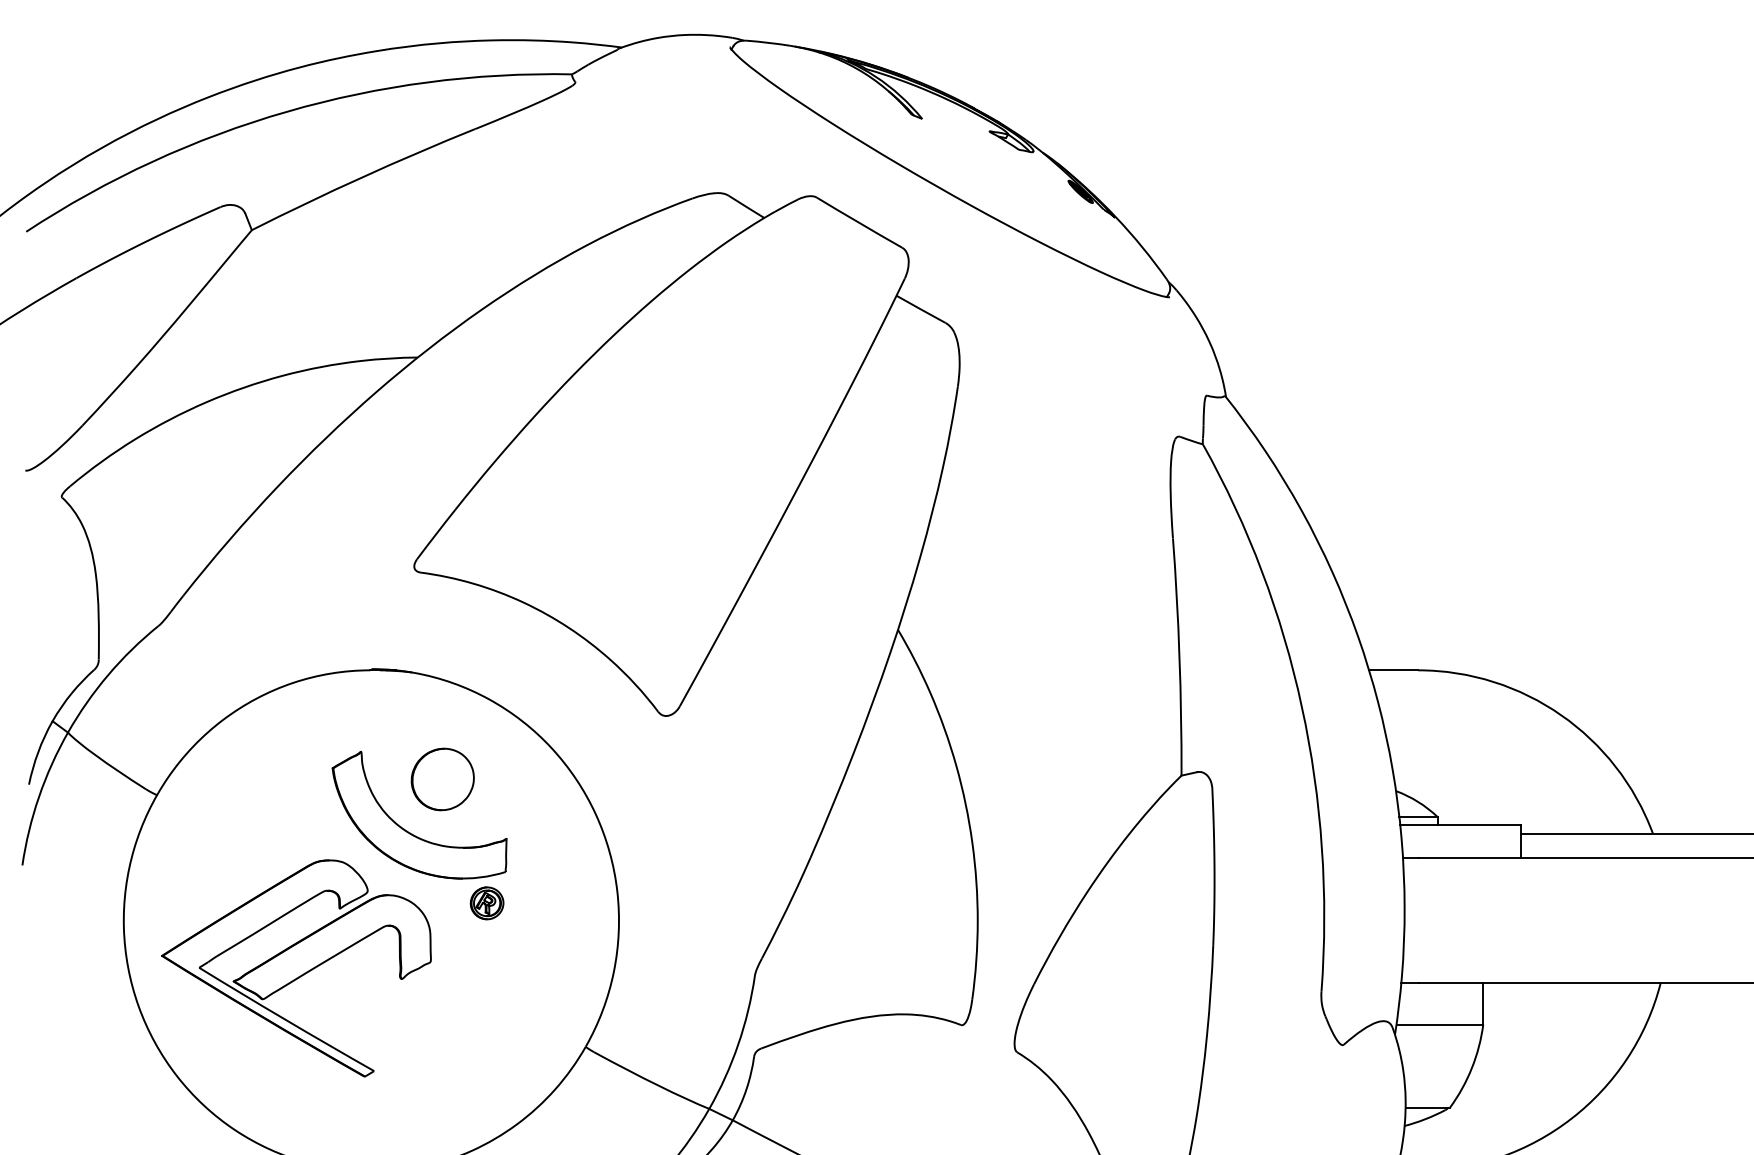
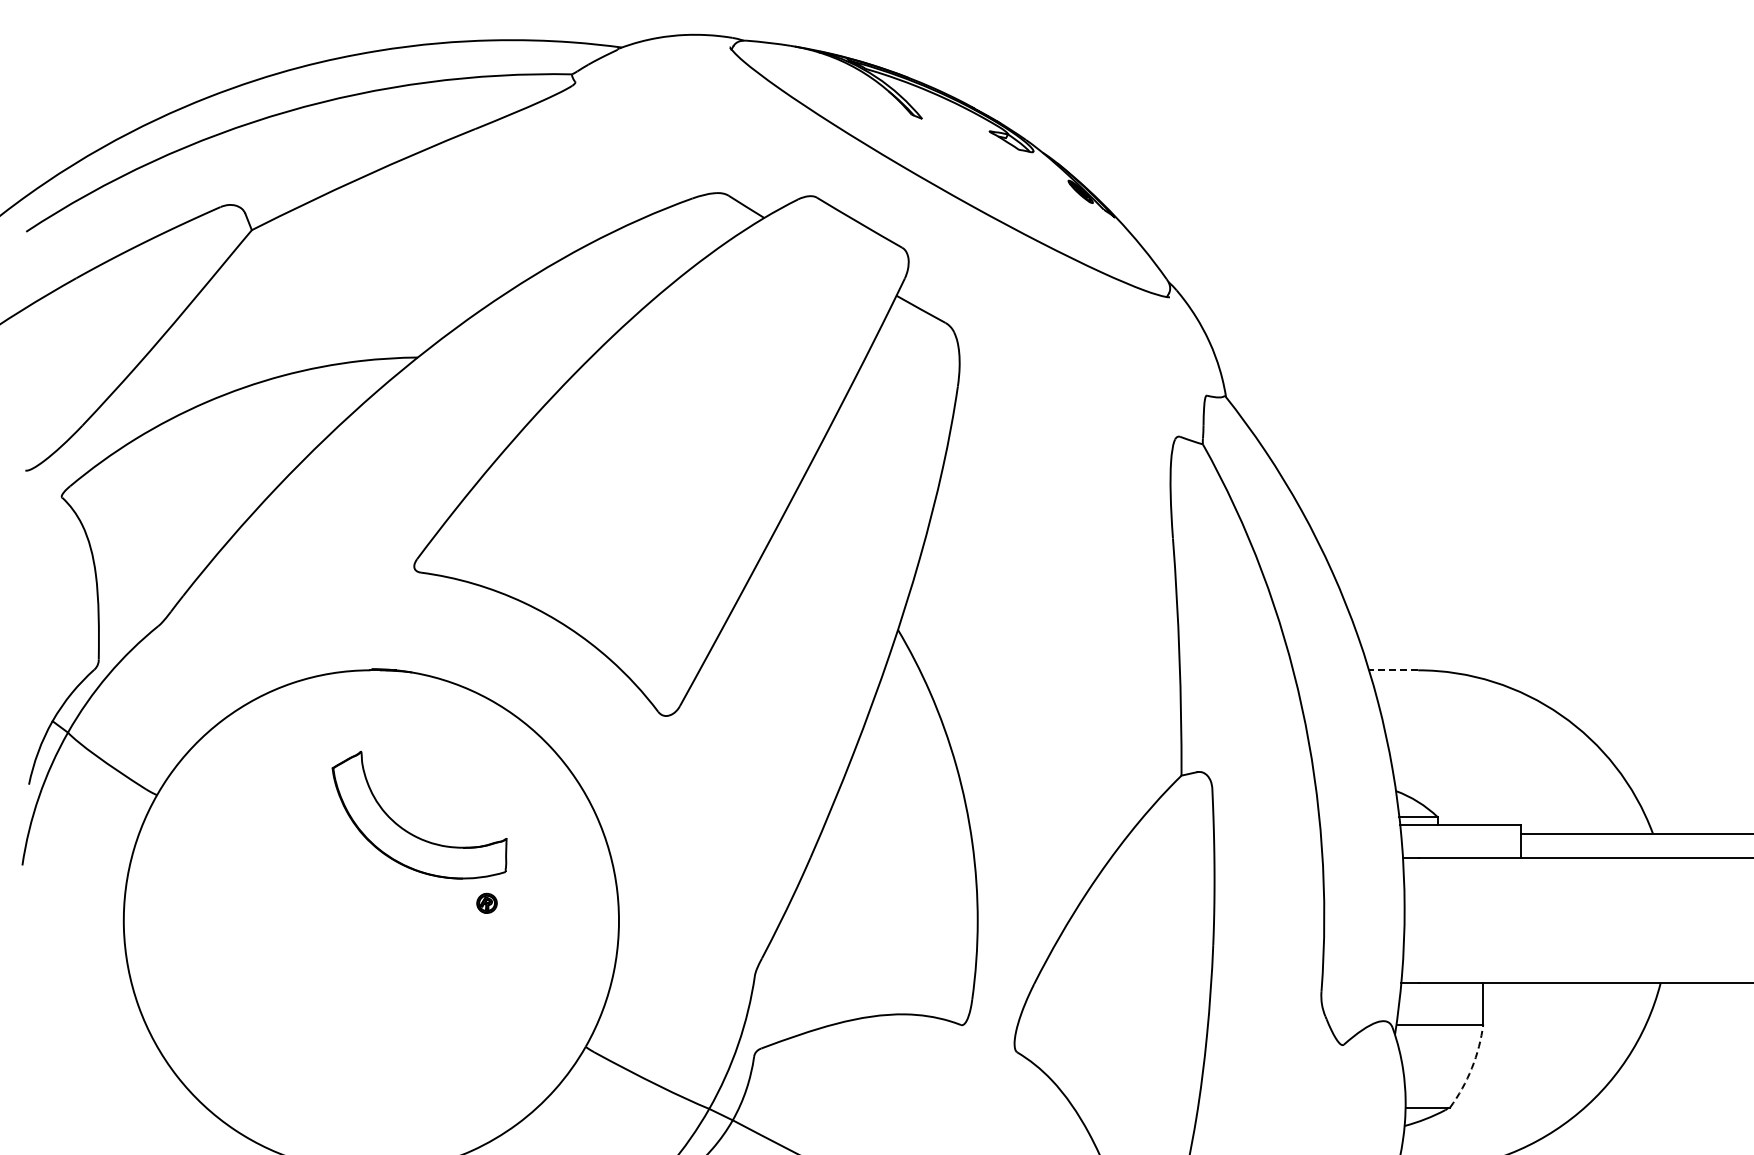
line at (1393, 670): solid -> dashed
part at (442, 779): present -> none
part at (486, 903) size: 36x35 px -> 22x22 px
part at (296, 968): present -> none
arc at (1471, 1068): solid -> dashed
